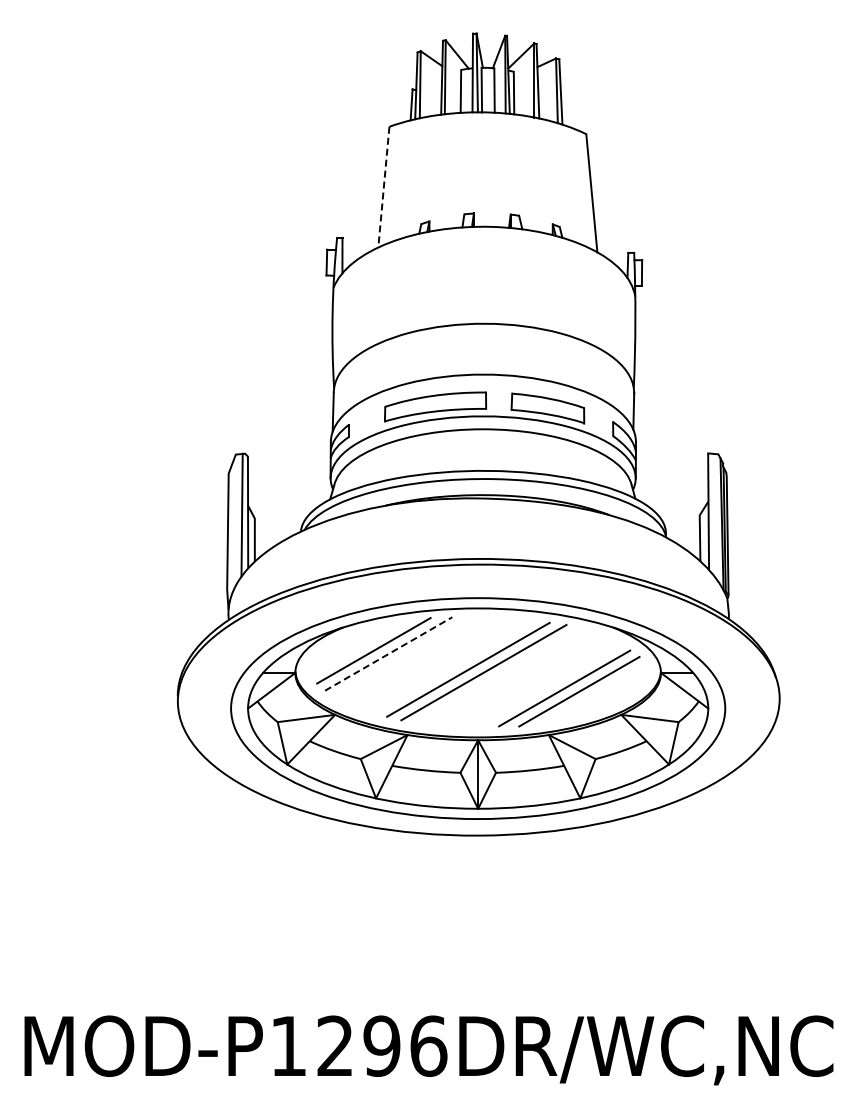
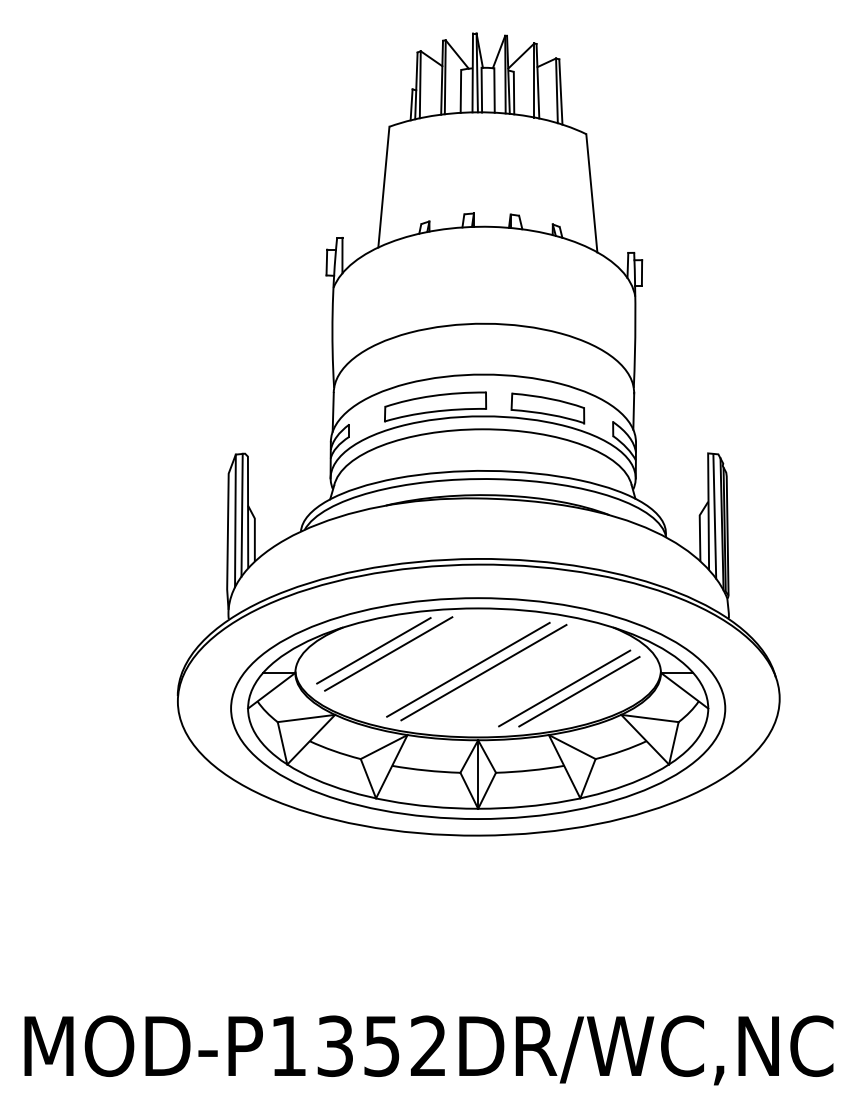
line at (383, 187): dashed -> solid
line at (714, 516): none -> present
line at (235, 520): none -> present
line at (389, 653): dashed -> solid
text at (382, 1045): MOD-P1296DR/WC,NC -> MOD-P1352DR/WC,NC
